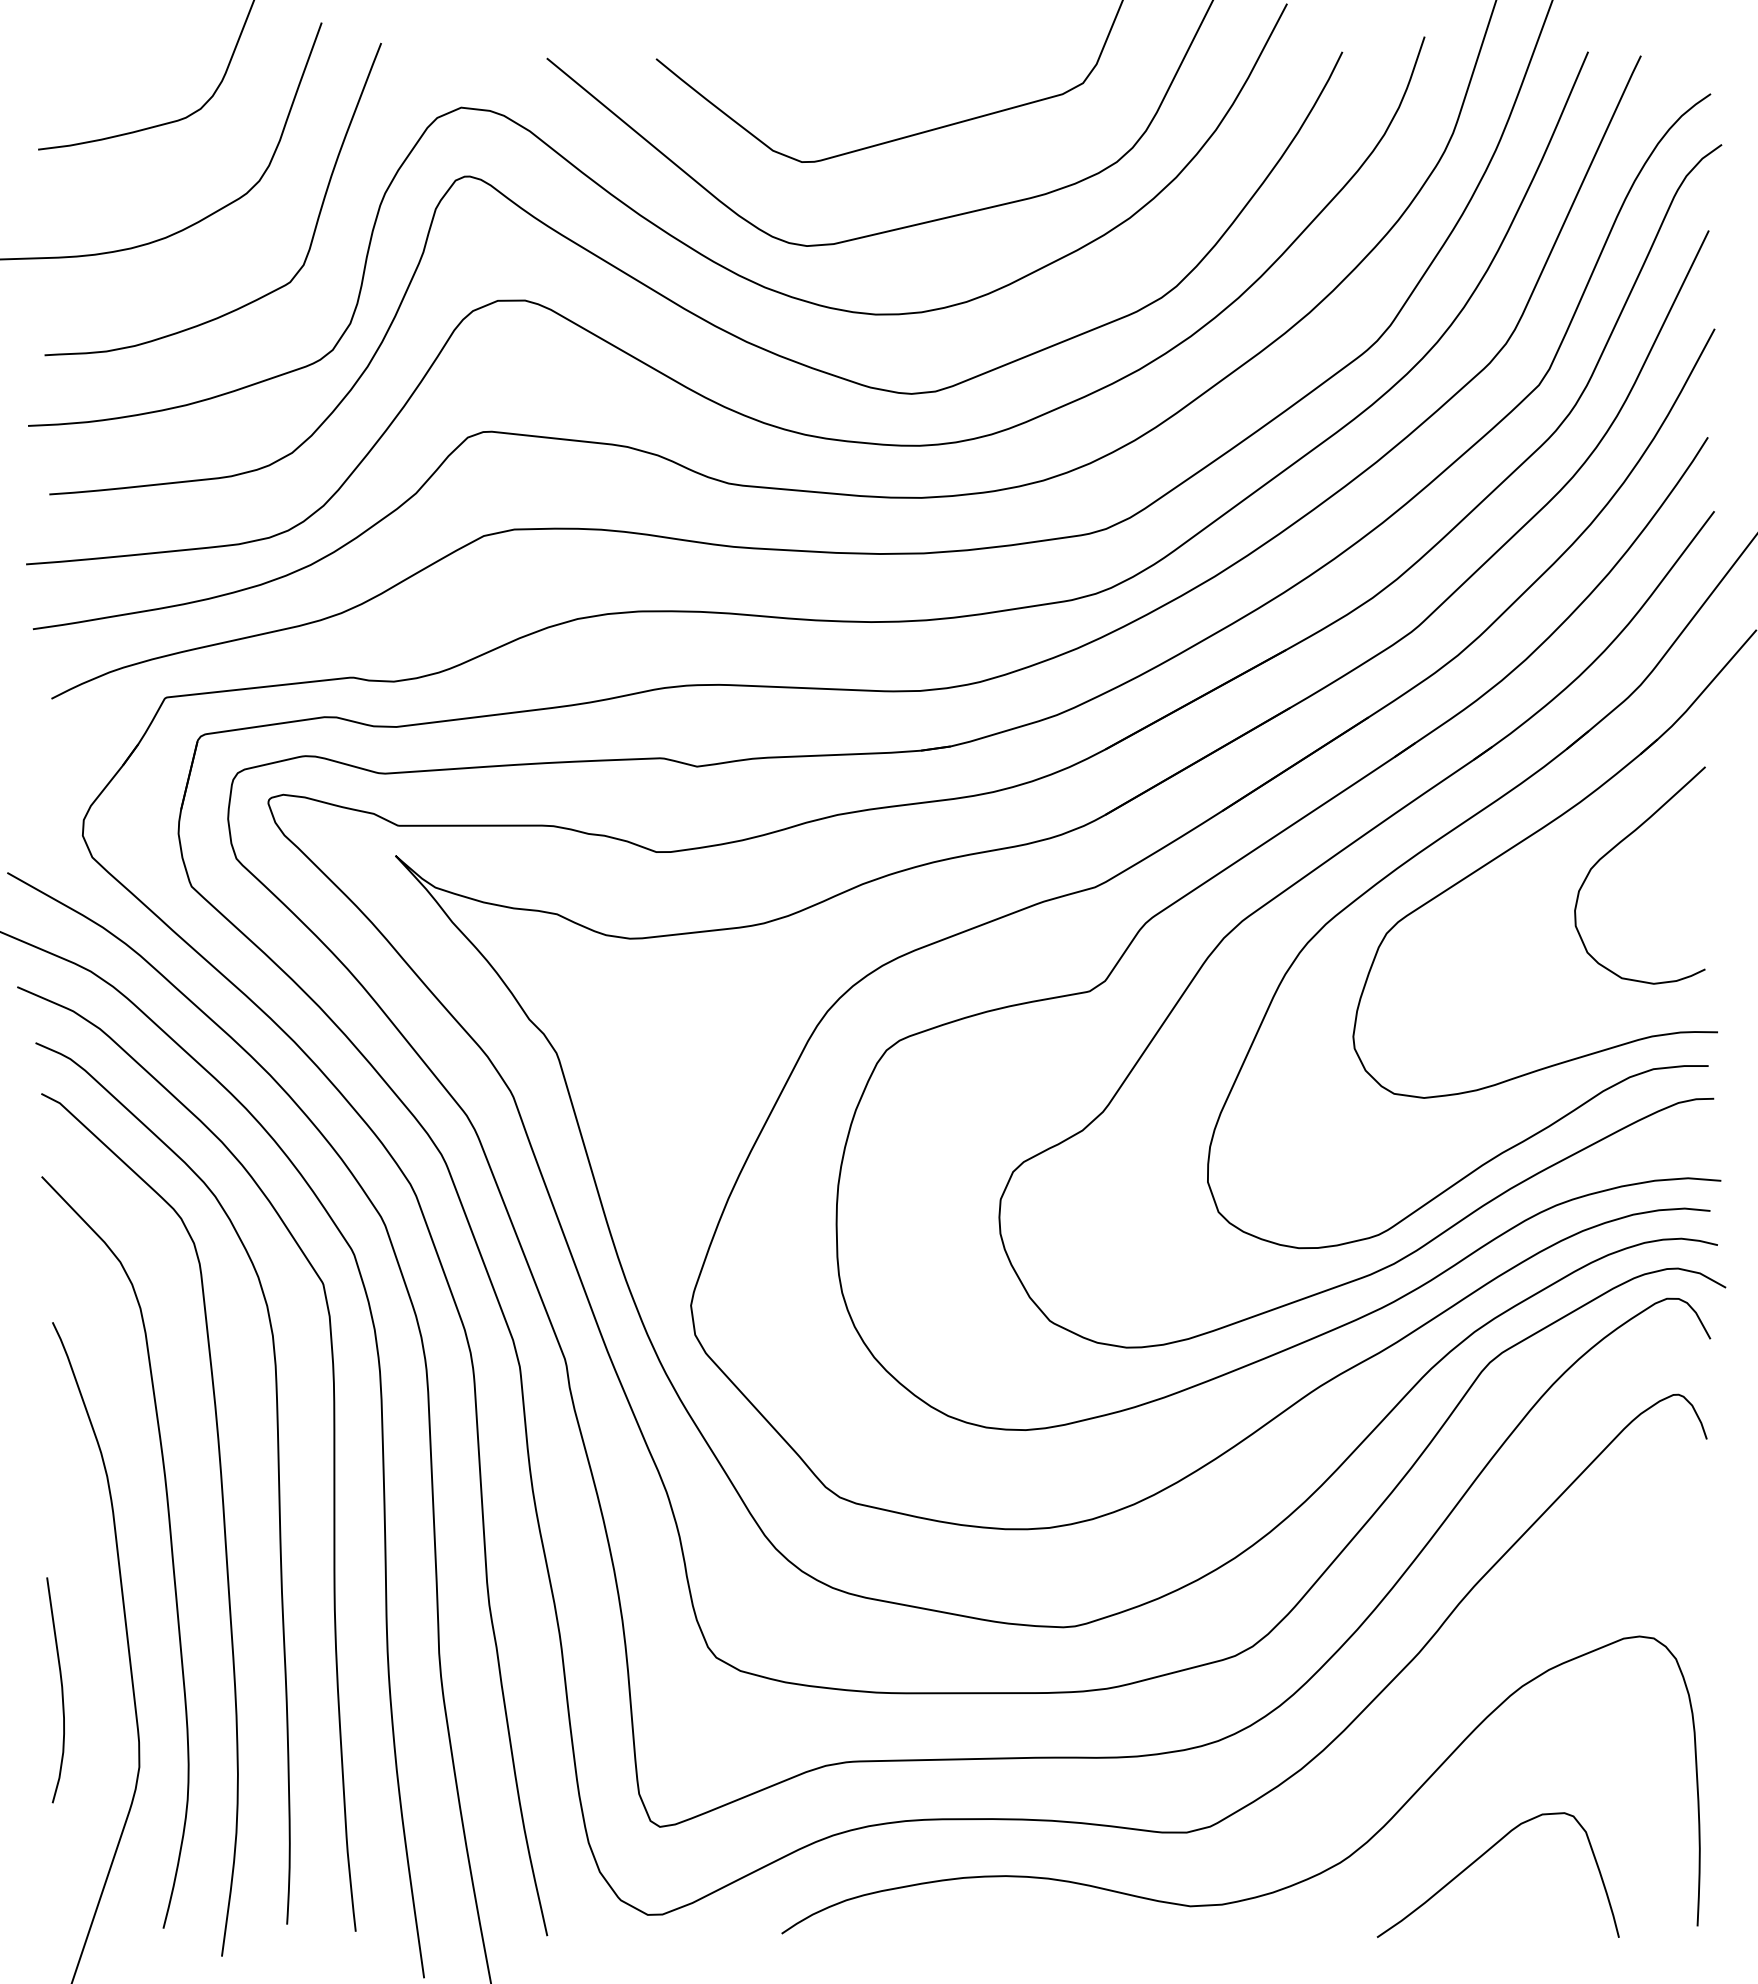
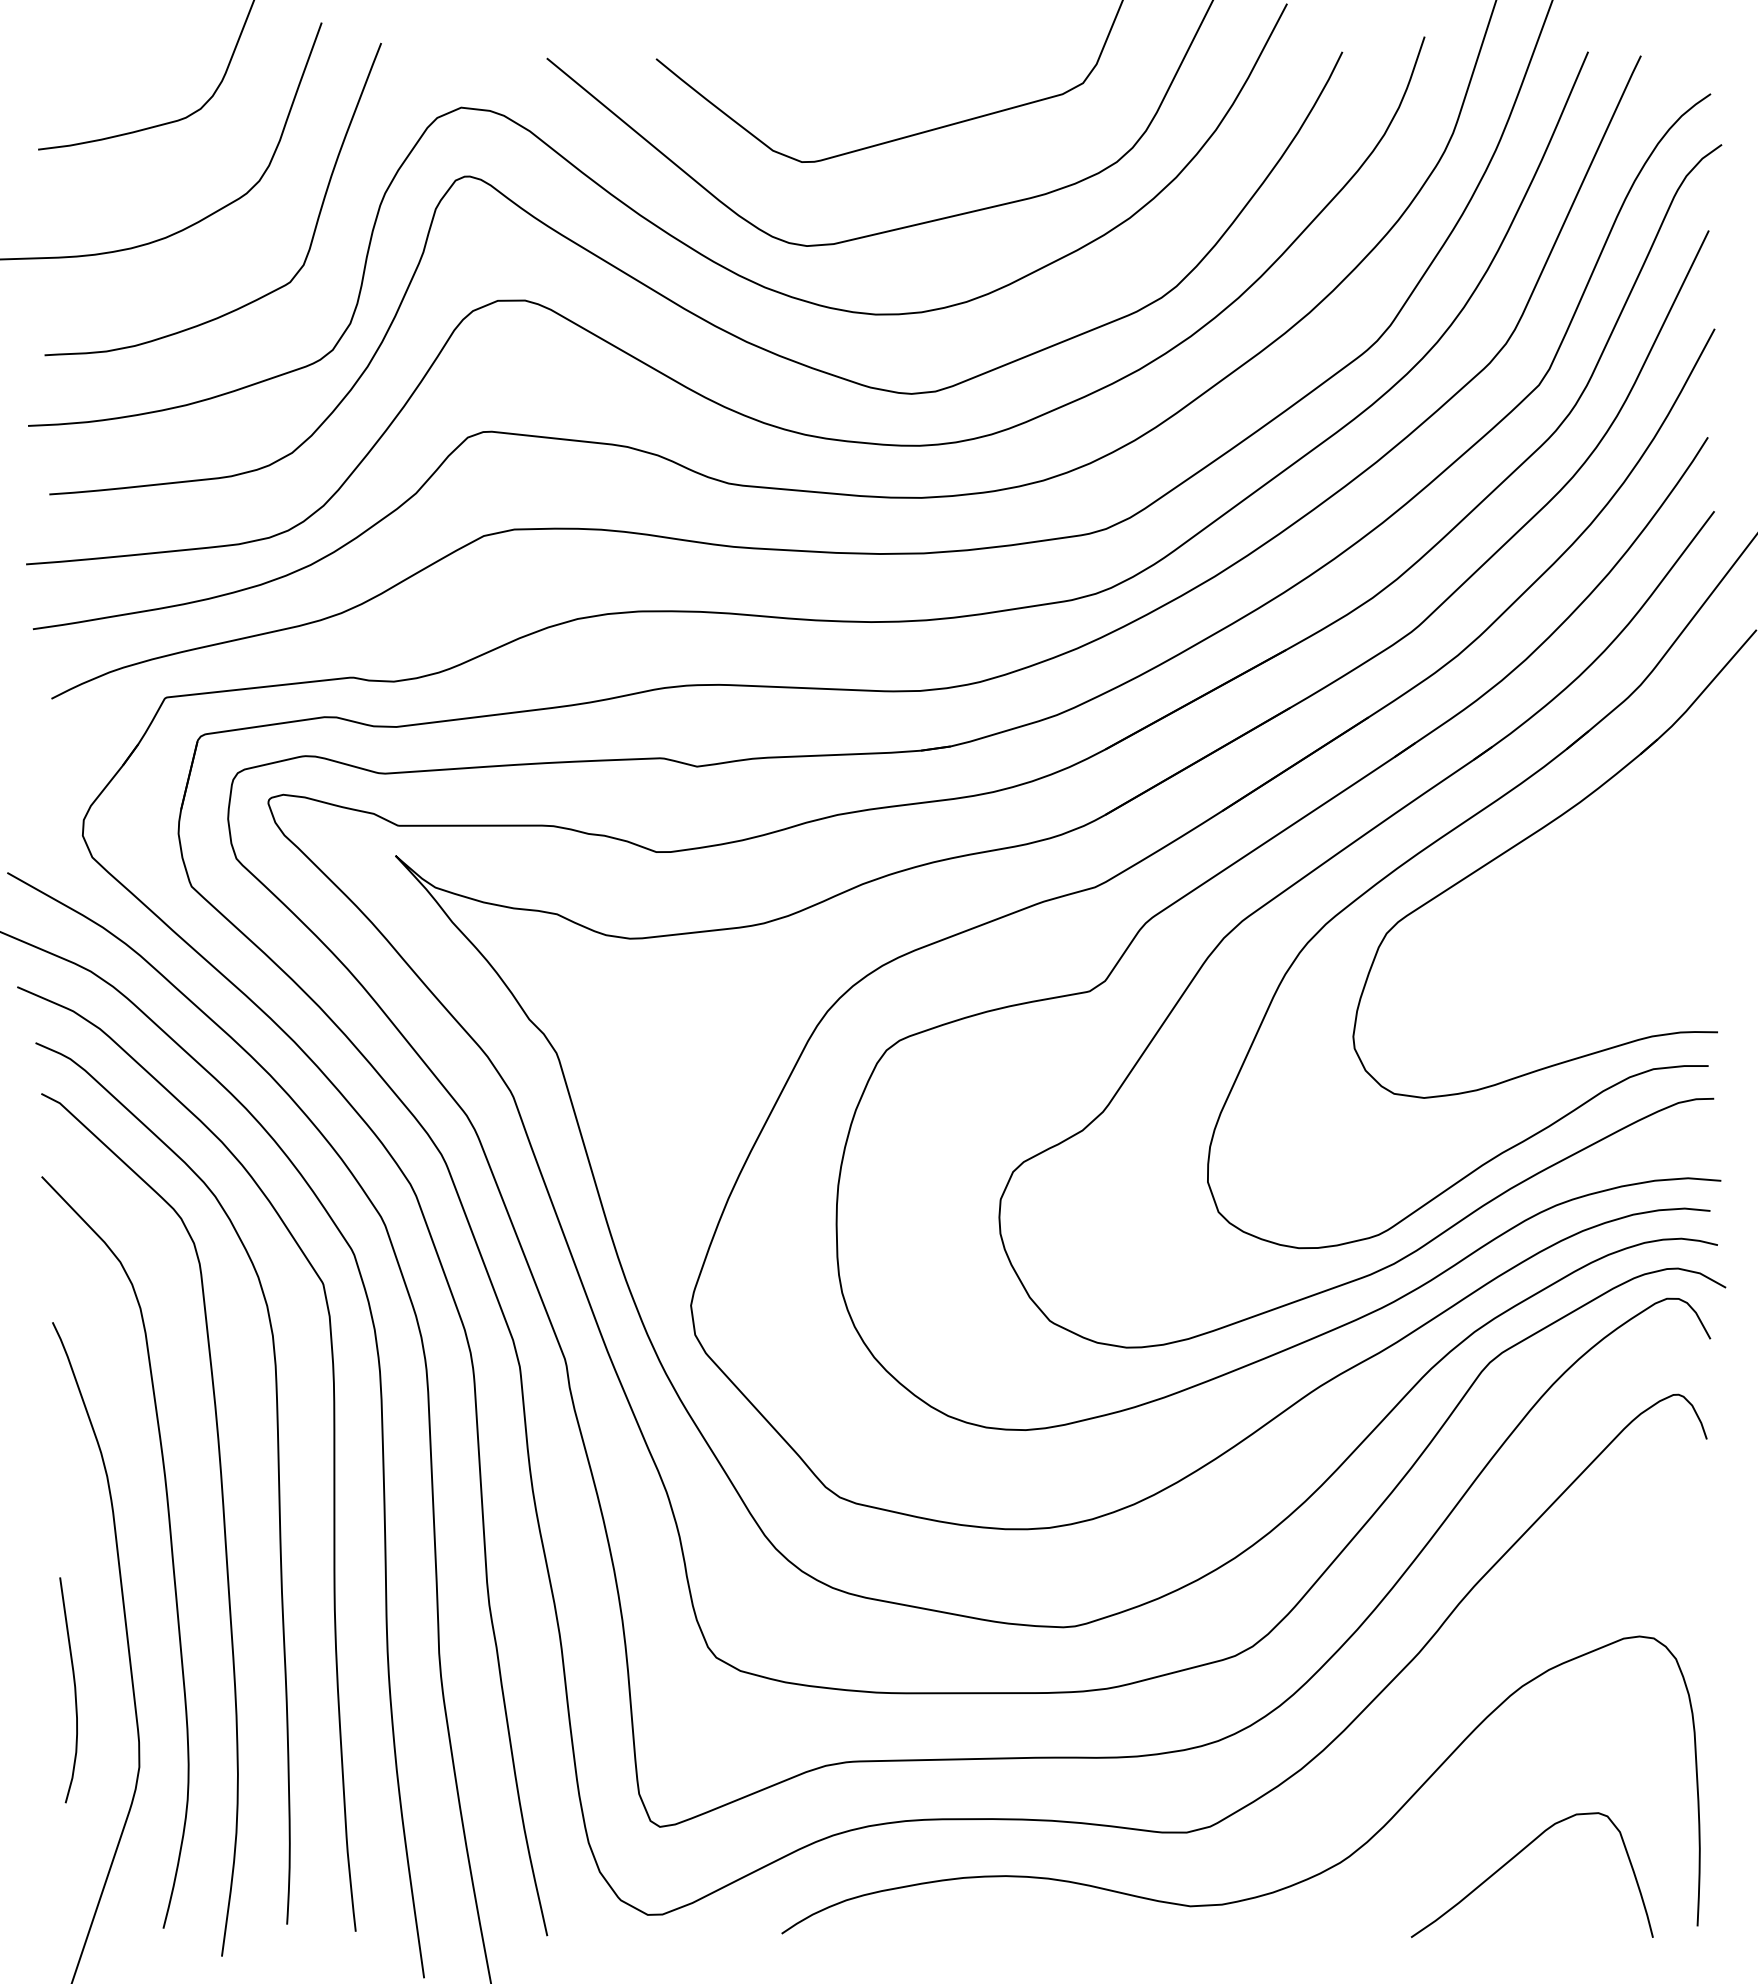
curve at (1618, 845): present -> none
curve at (61, 1690) position: (61, 1690) -> (74, 1690)
curve at (1481, 1857) position: (1481, 1857) -> (1515, 1857)
